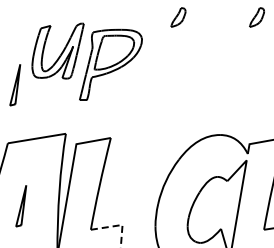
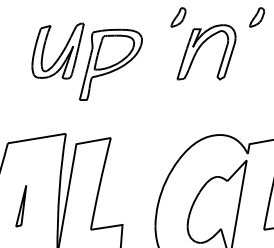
part at (199, 49): none -> present
part at (15, 85): present -> none
line at (118, 225): dashed -> solid
